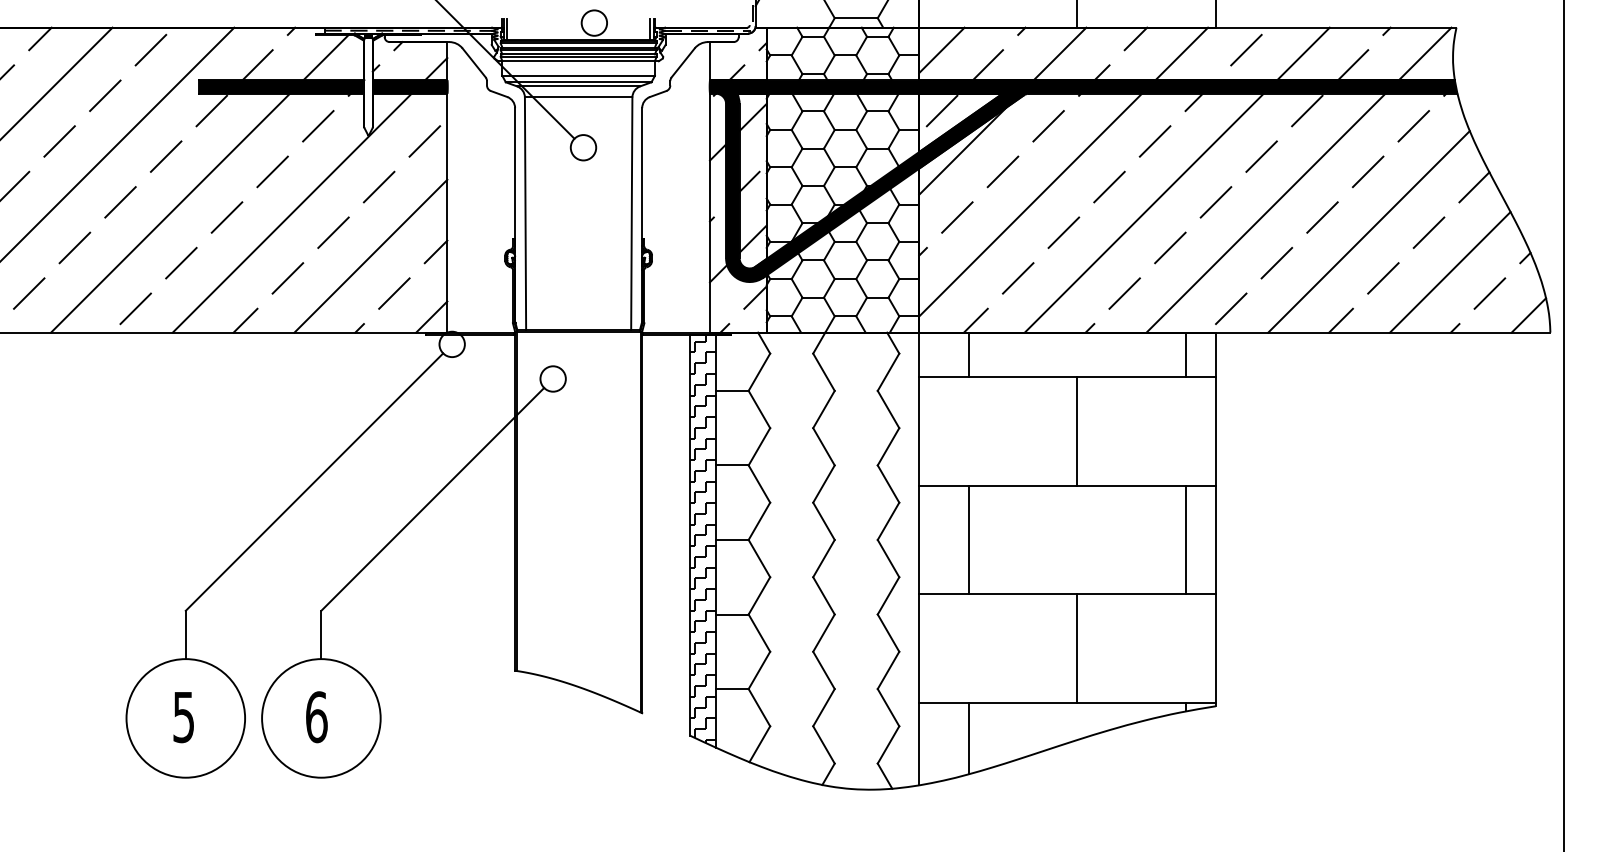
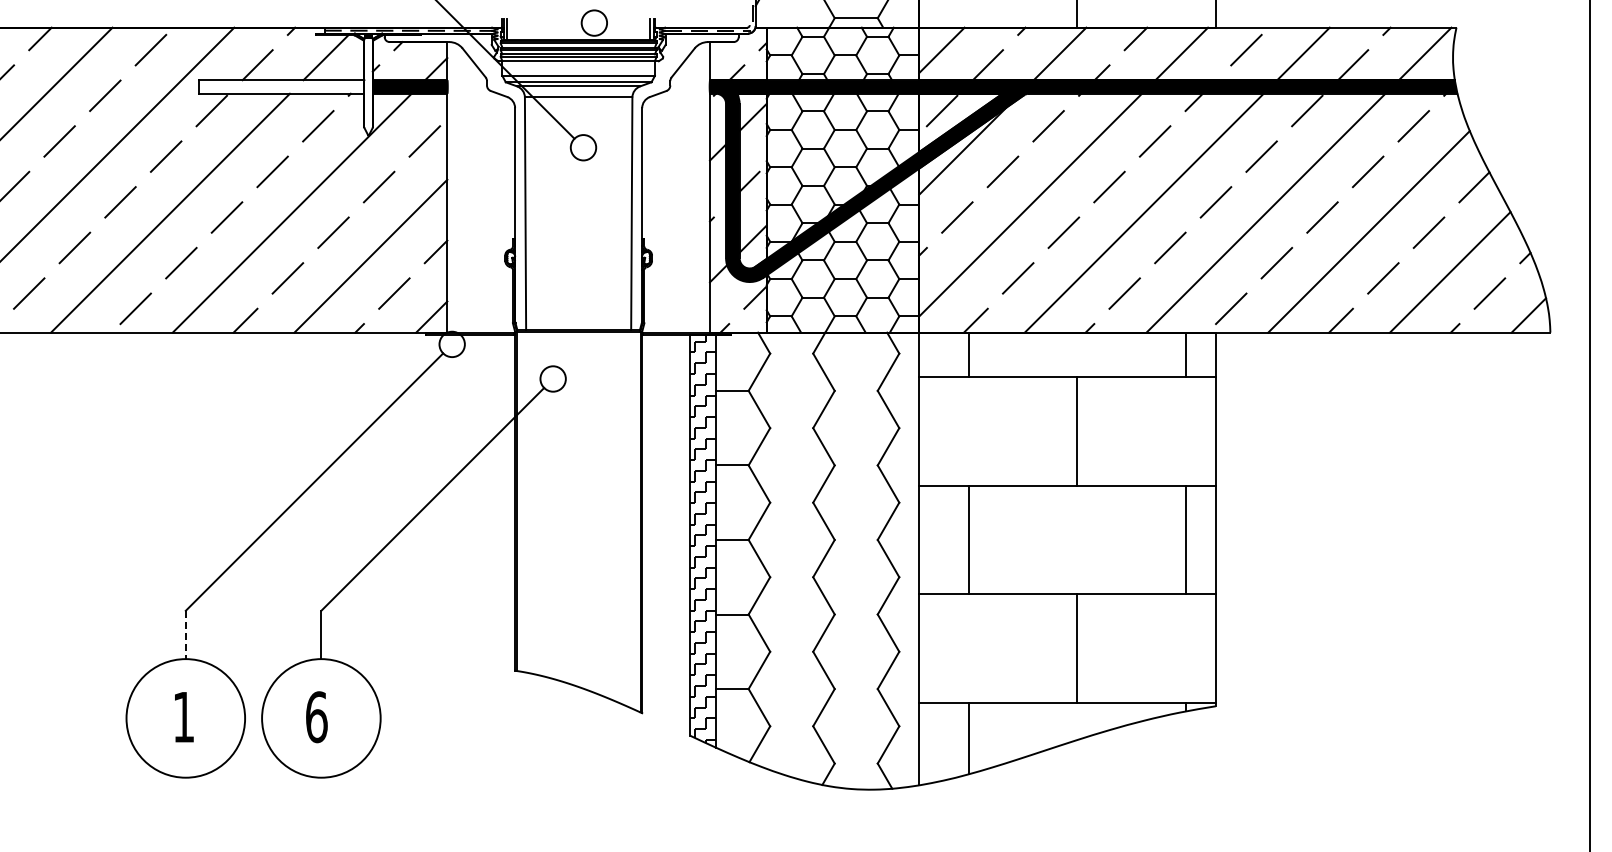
fill at (281, 86): present -> none
line at (1563, 425) position: (1563, 425) -> (1589, 425)
line at (185, 635): solid -> dashed
text at (183, 717): 5 -> 1
